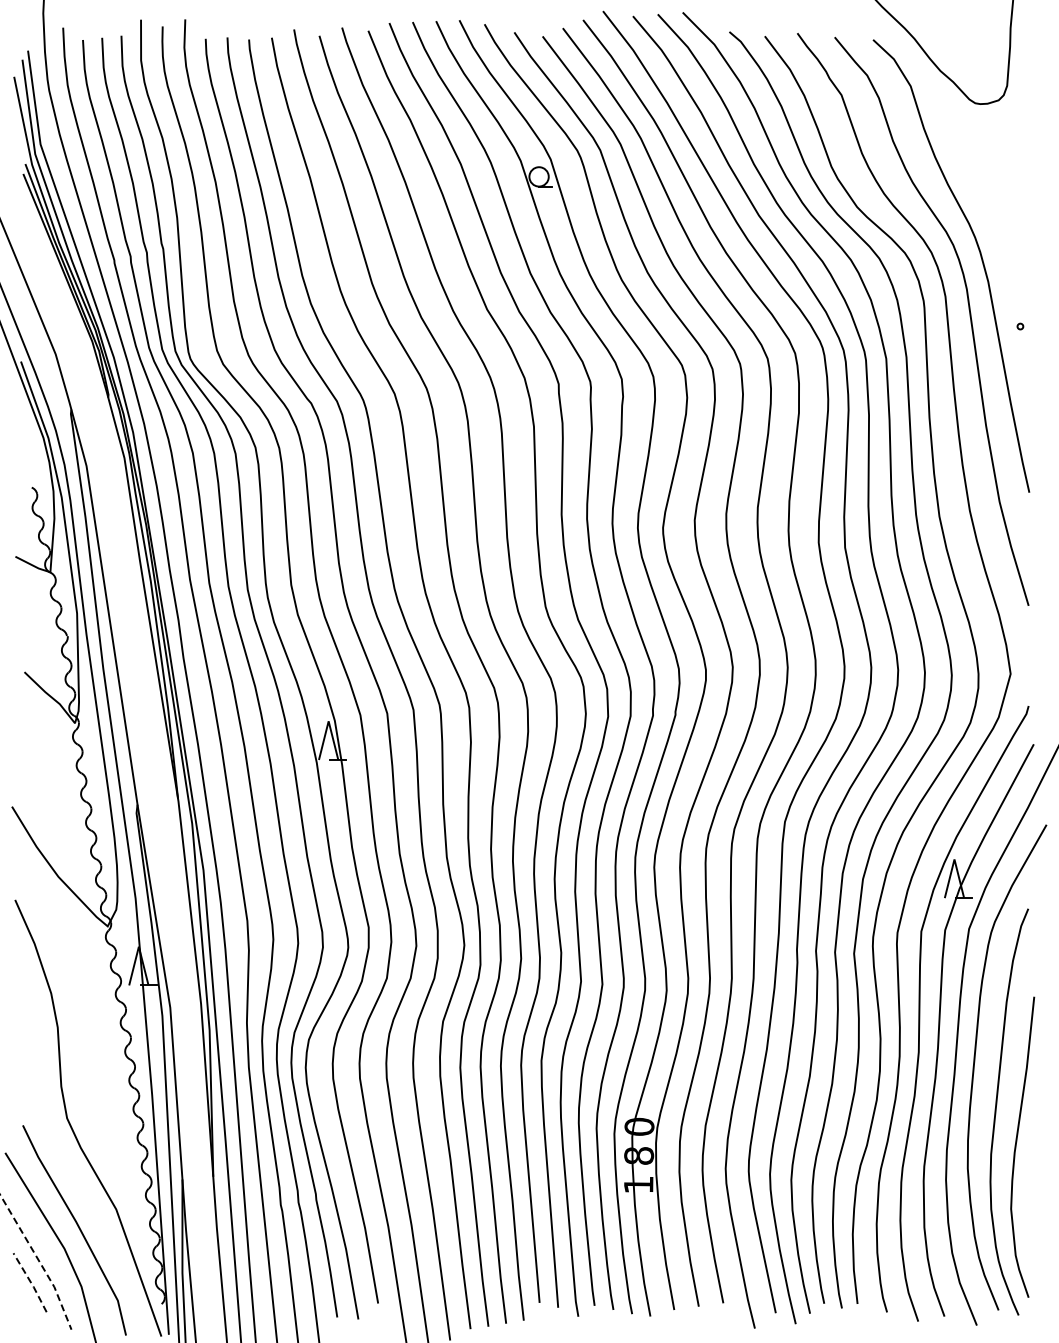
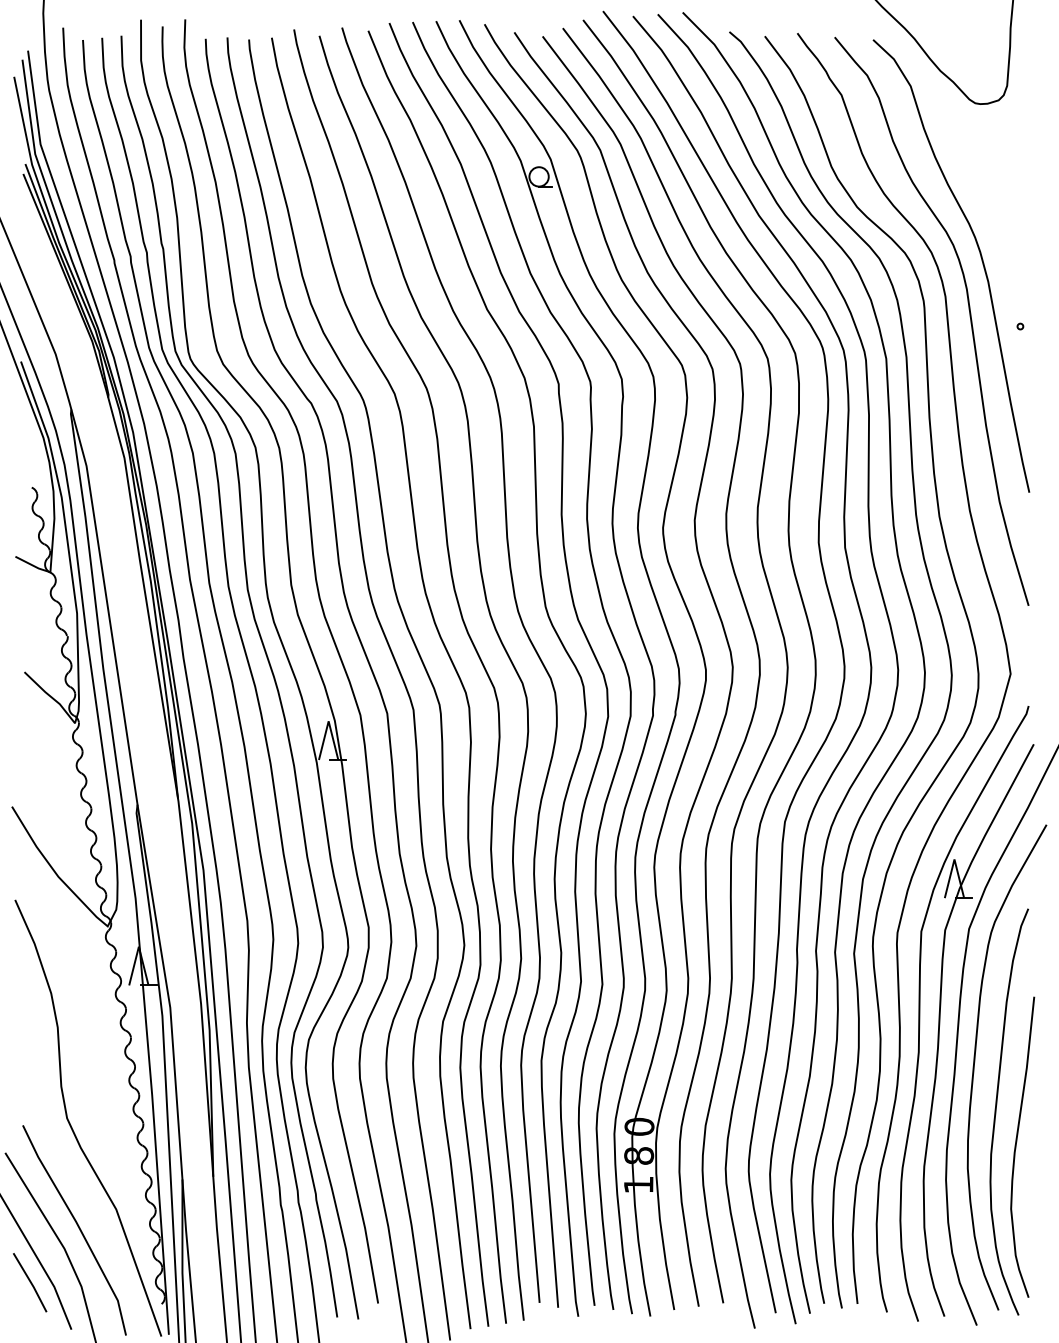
line at (39, 1262): dashed -> solid
line at (31, 1282): dashed -> solid
